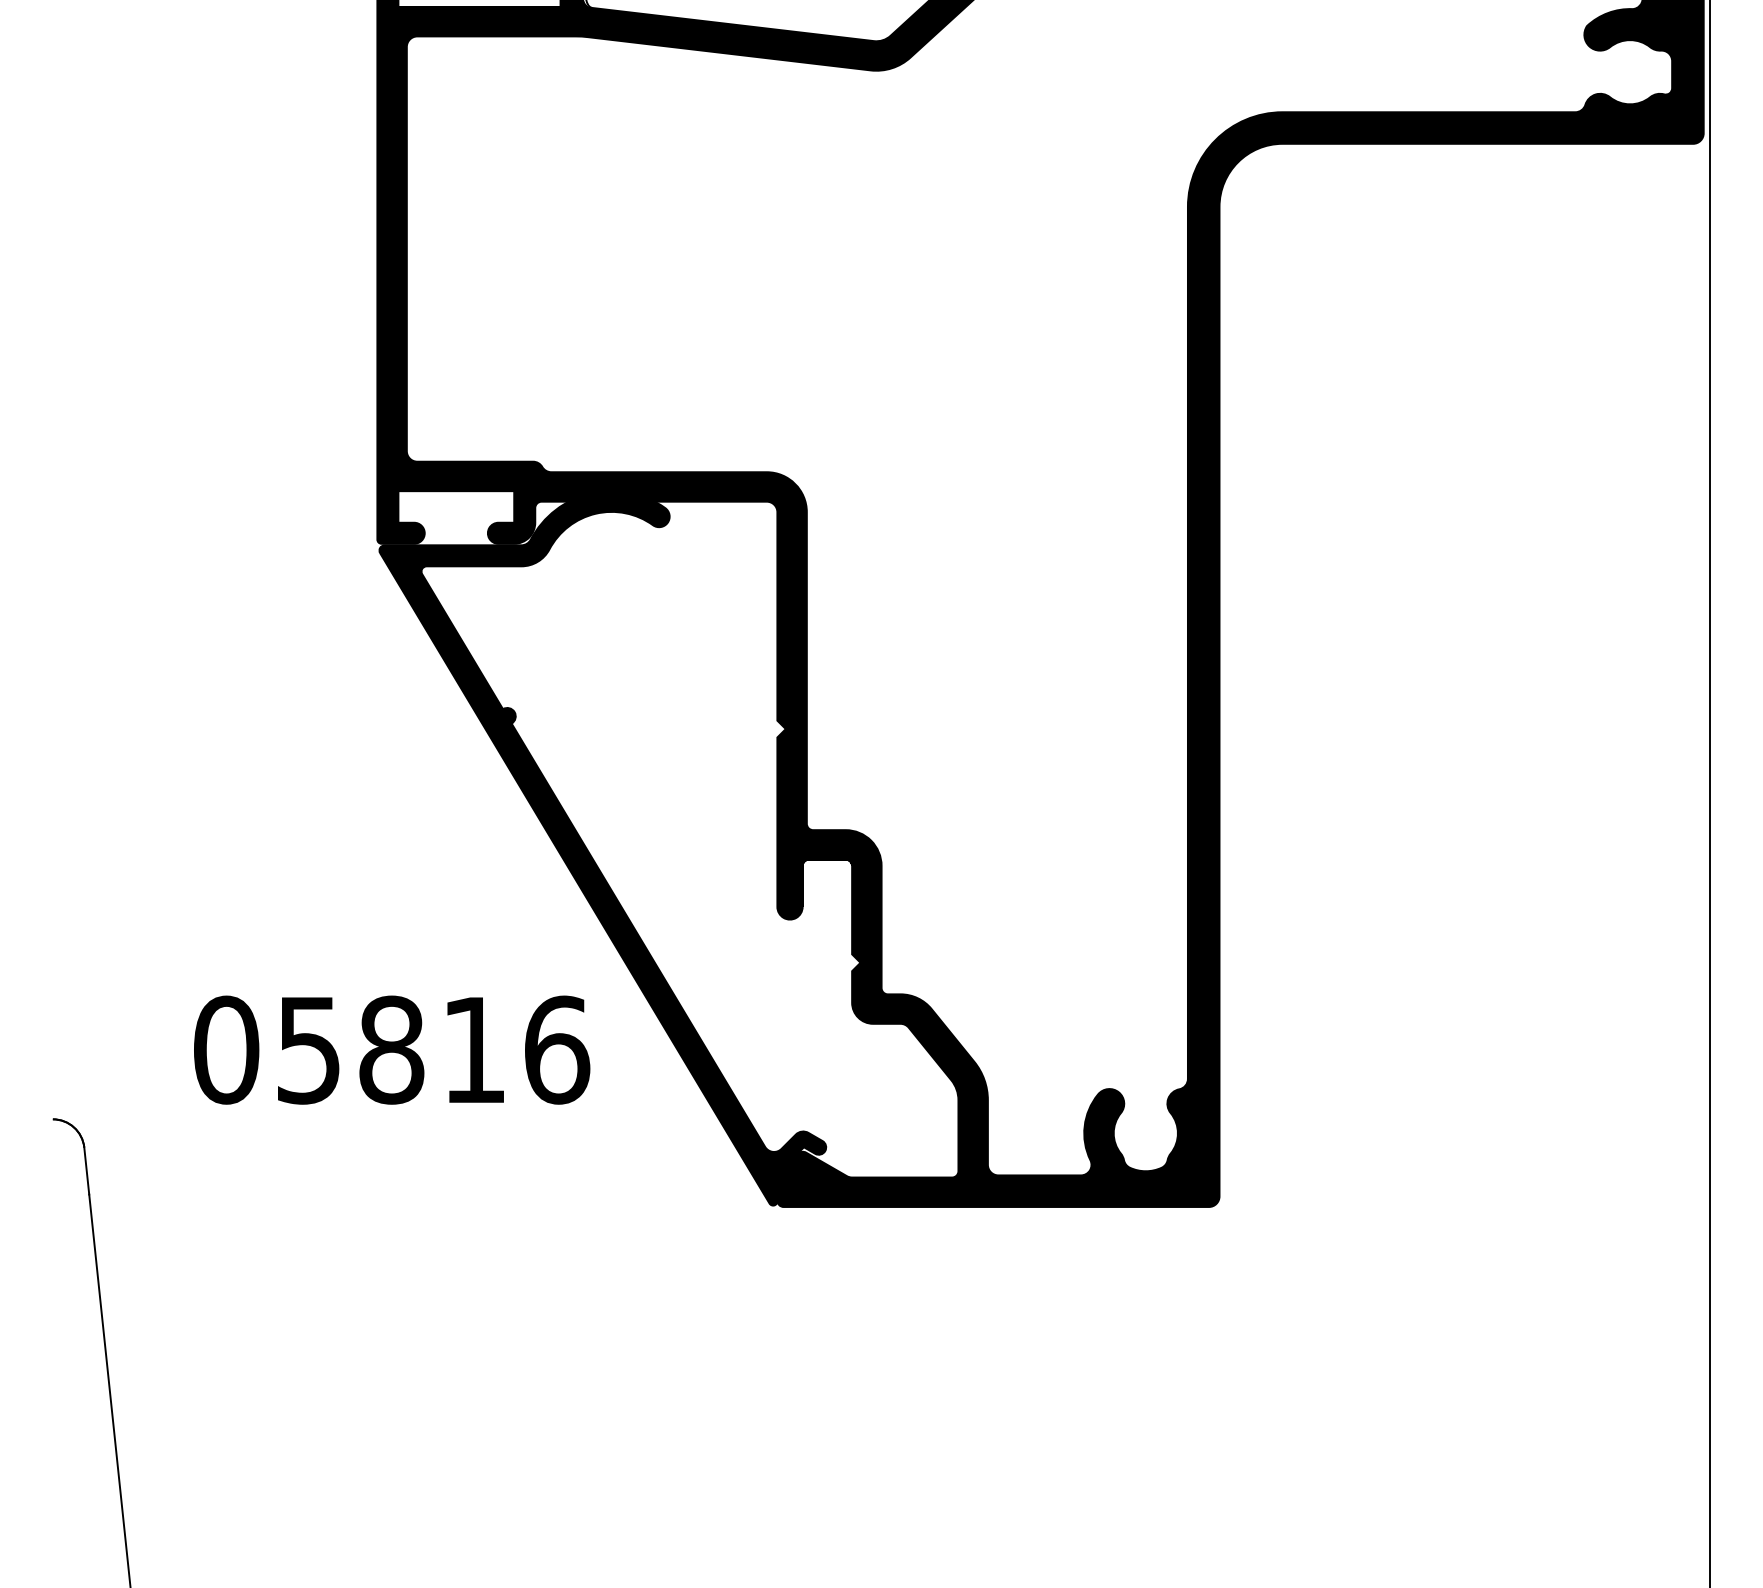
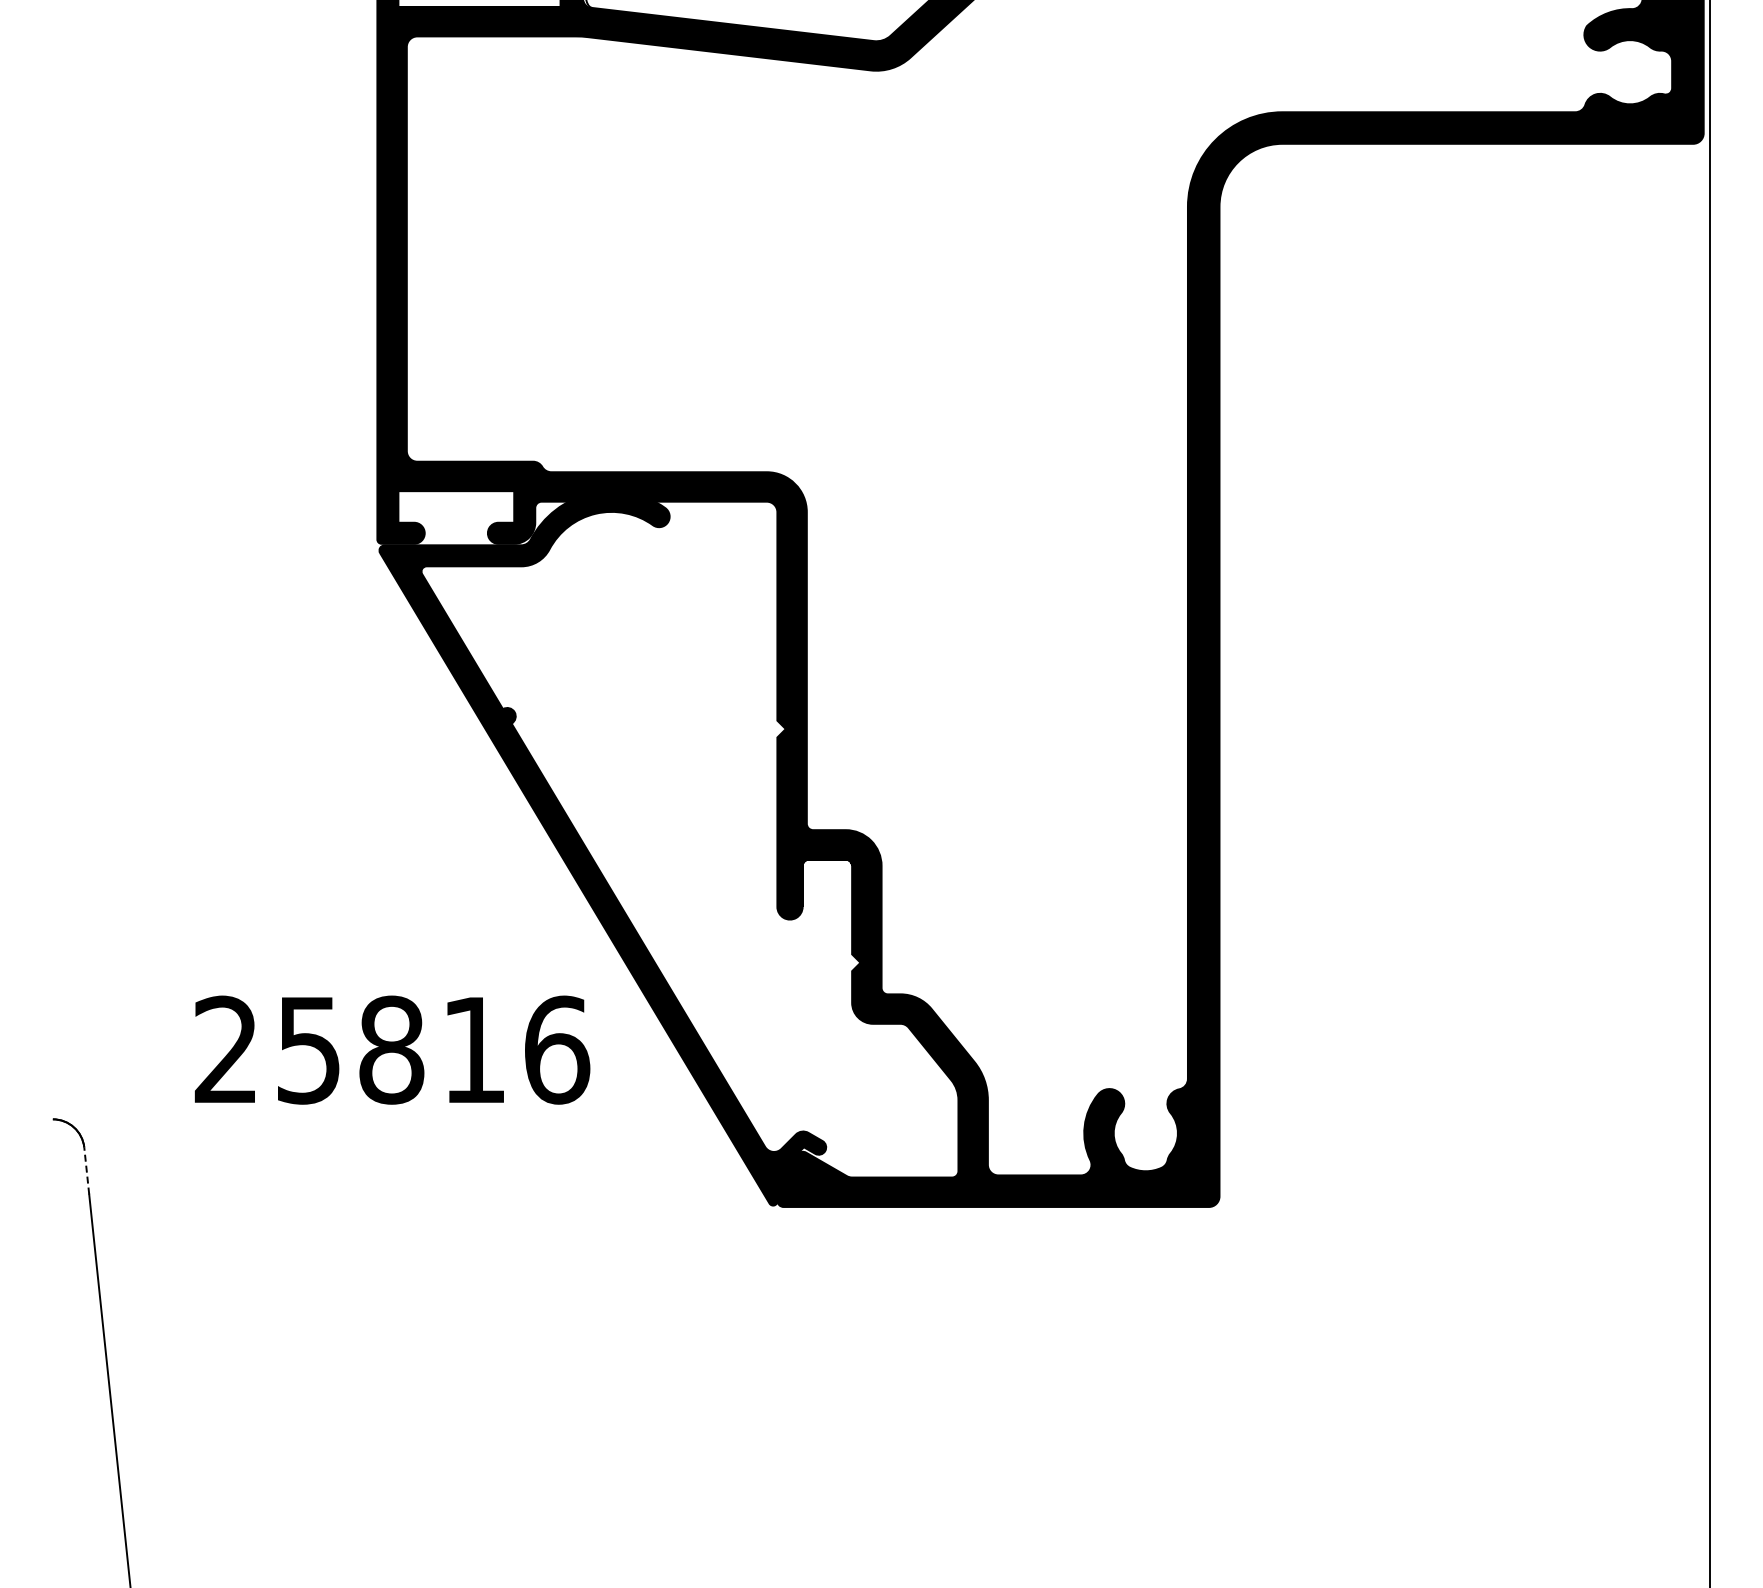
text at (226, 1049): 05816 -> 25816
line at (86, 1171): solid -> dashed
